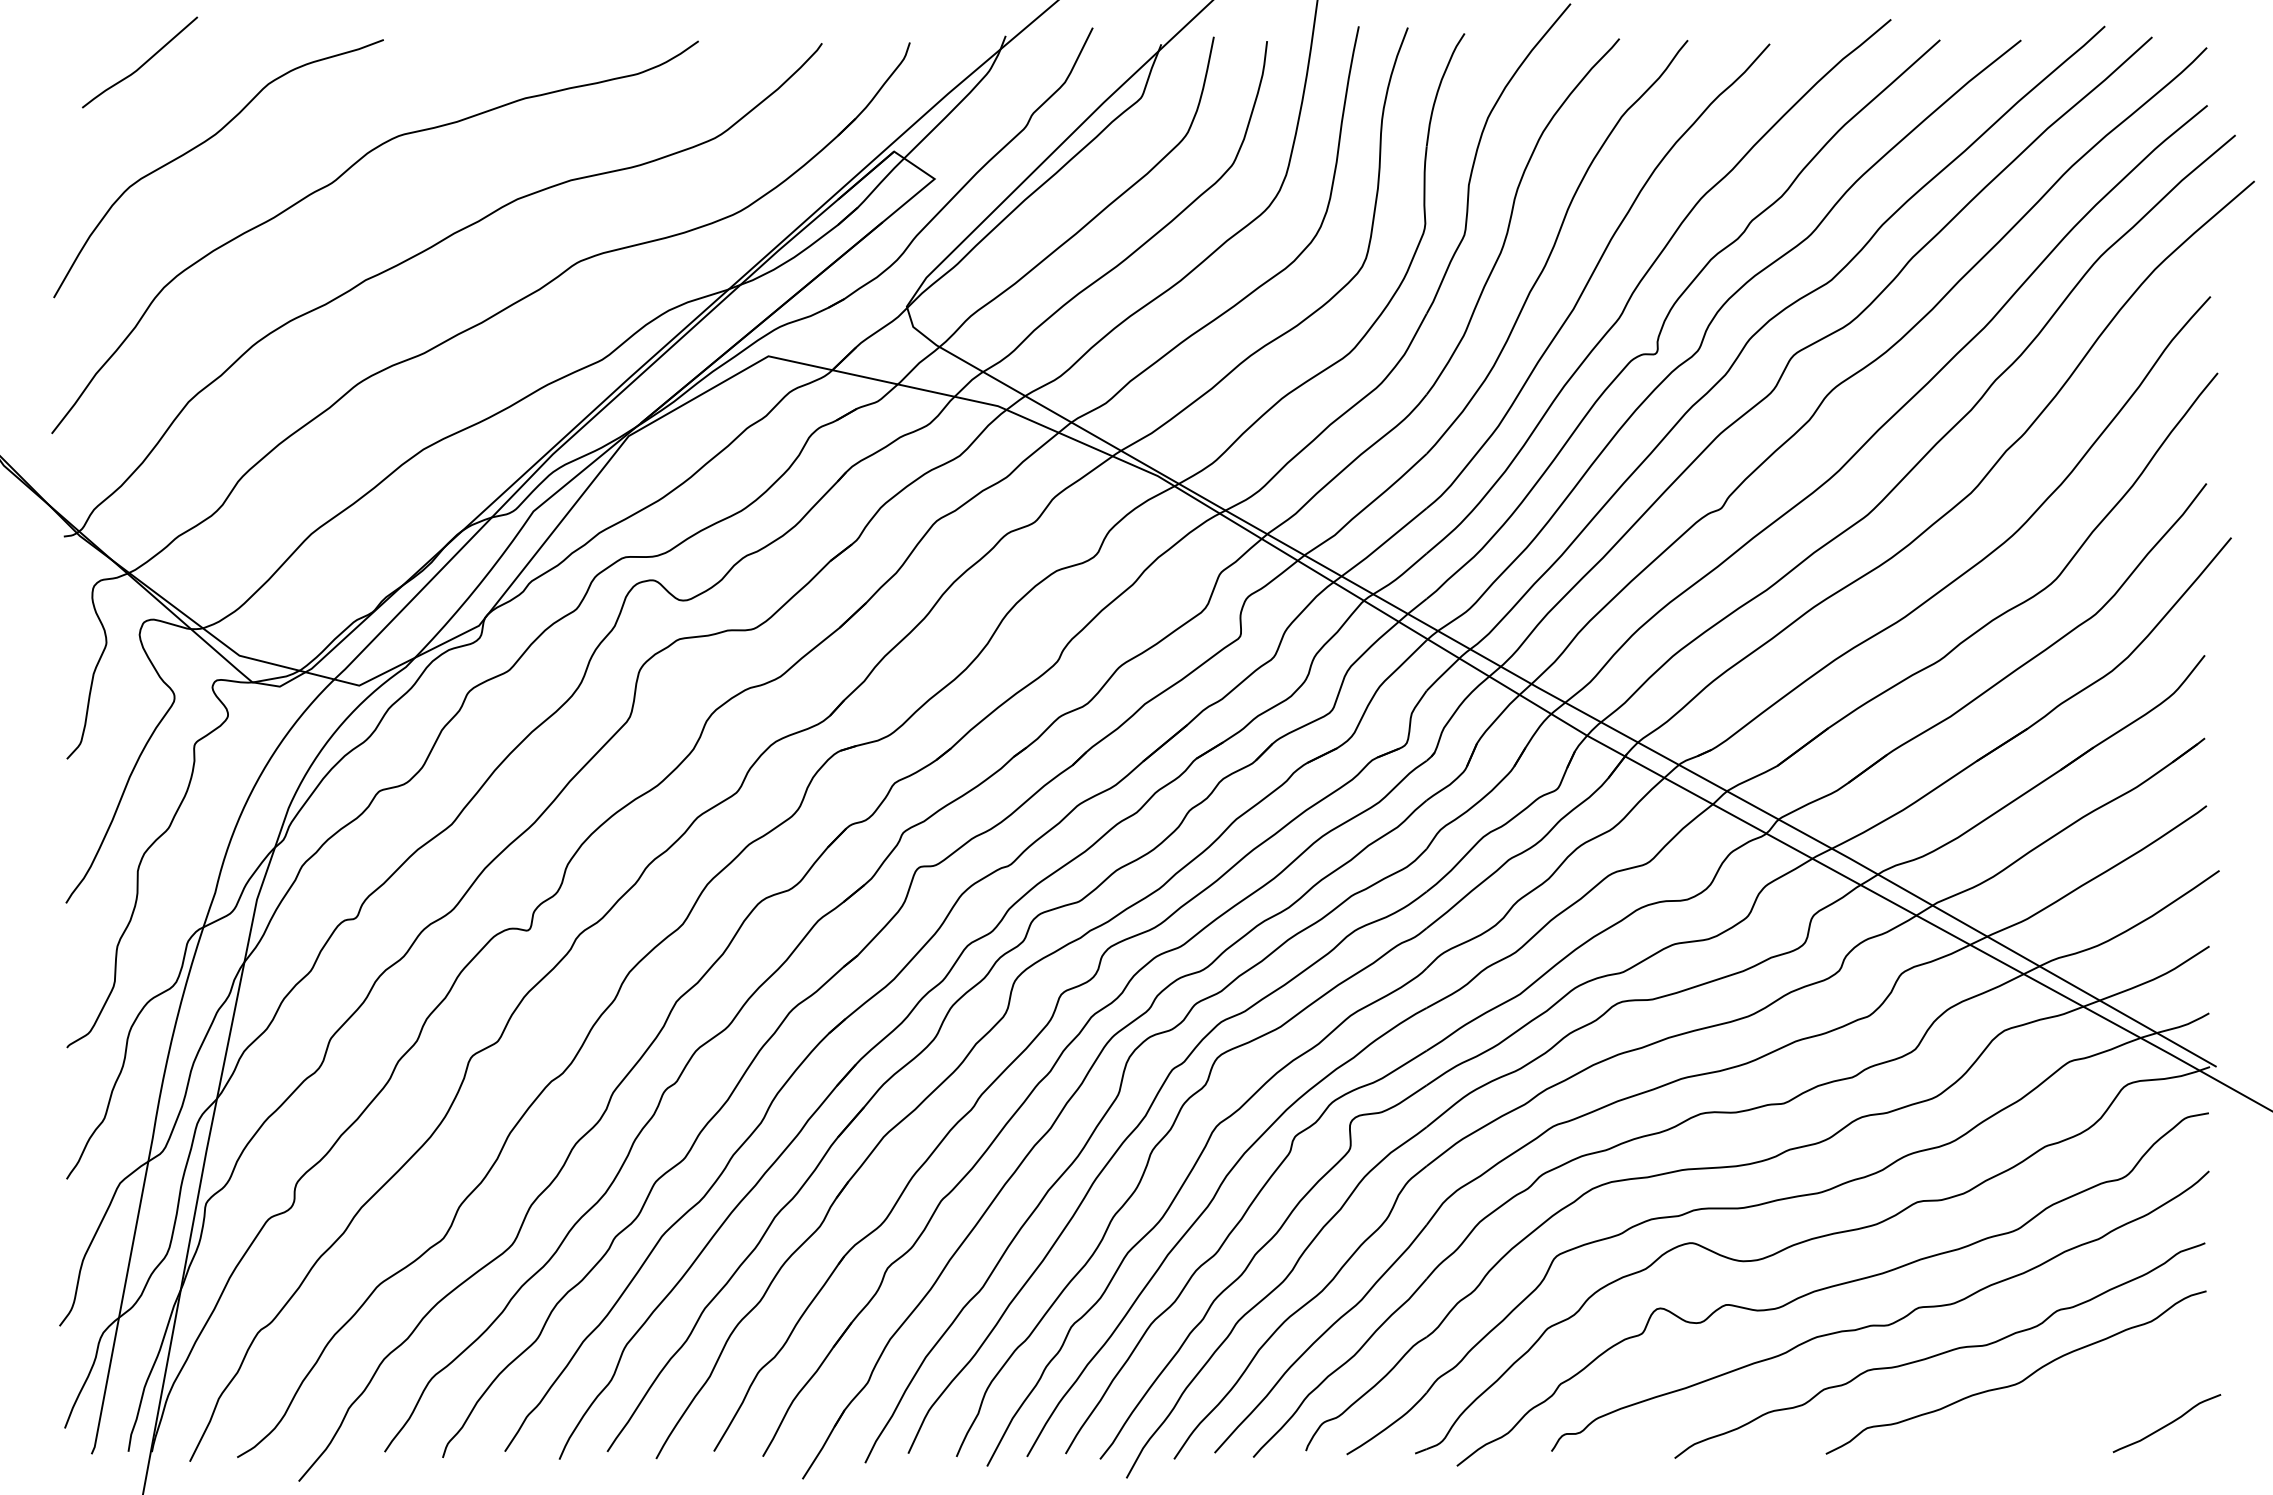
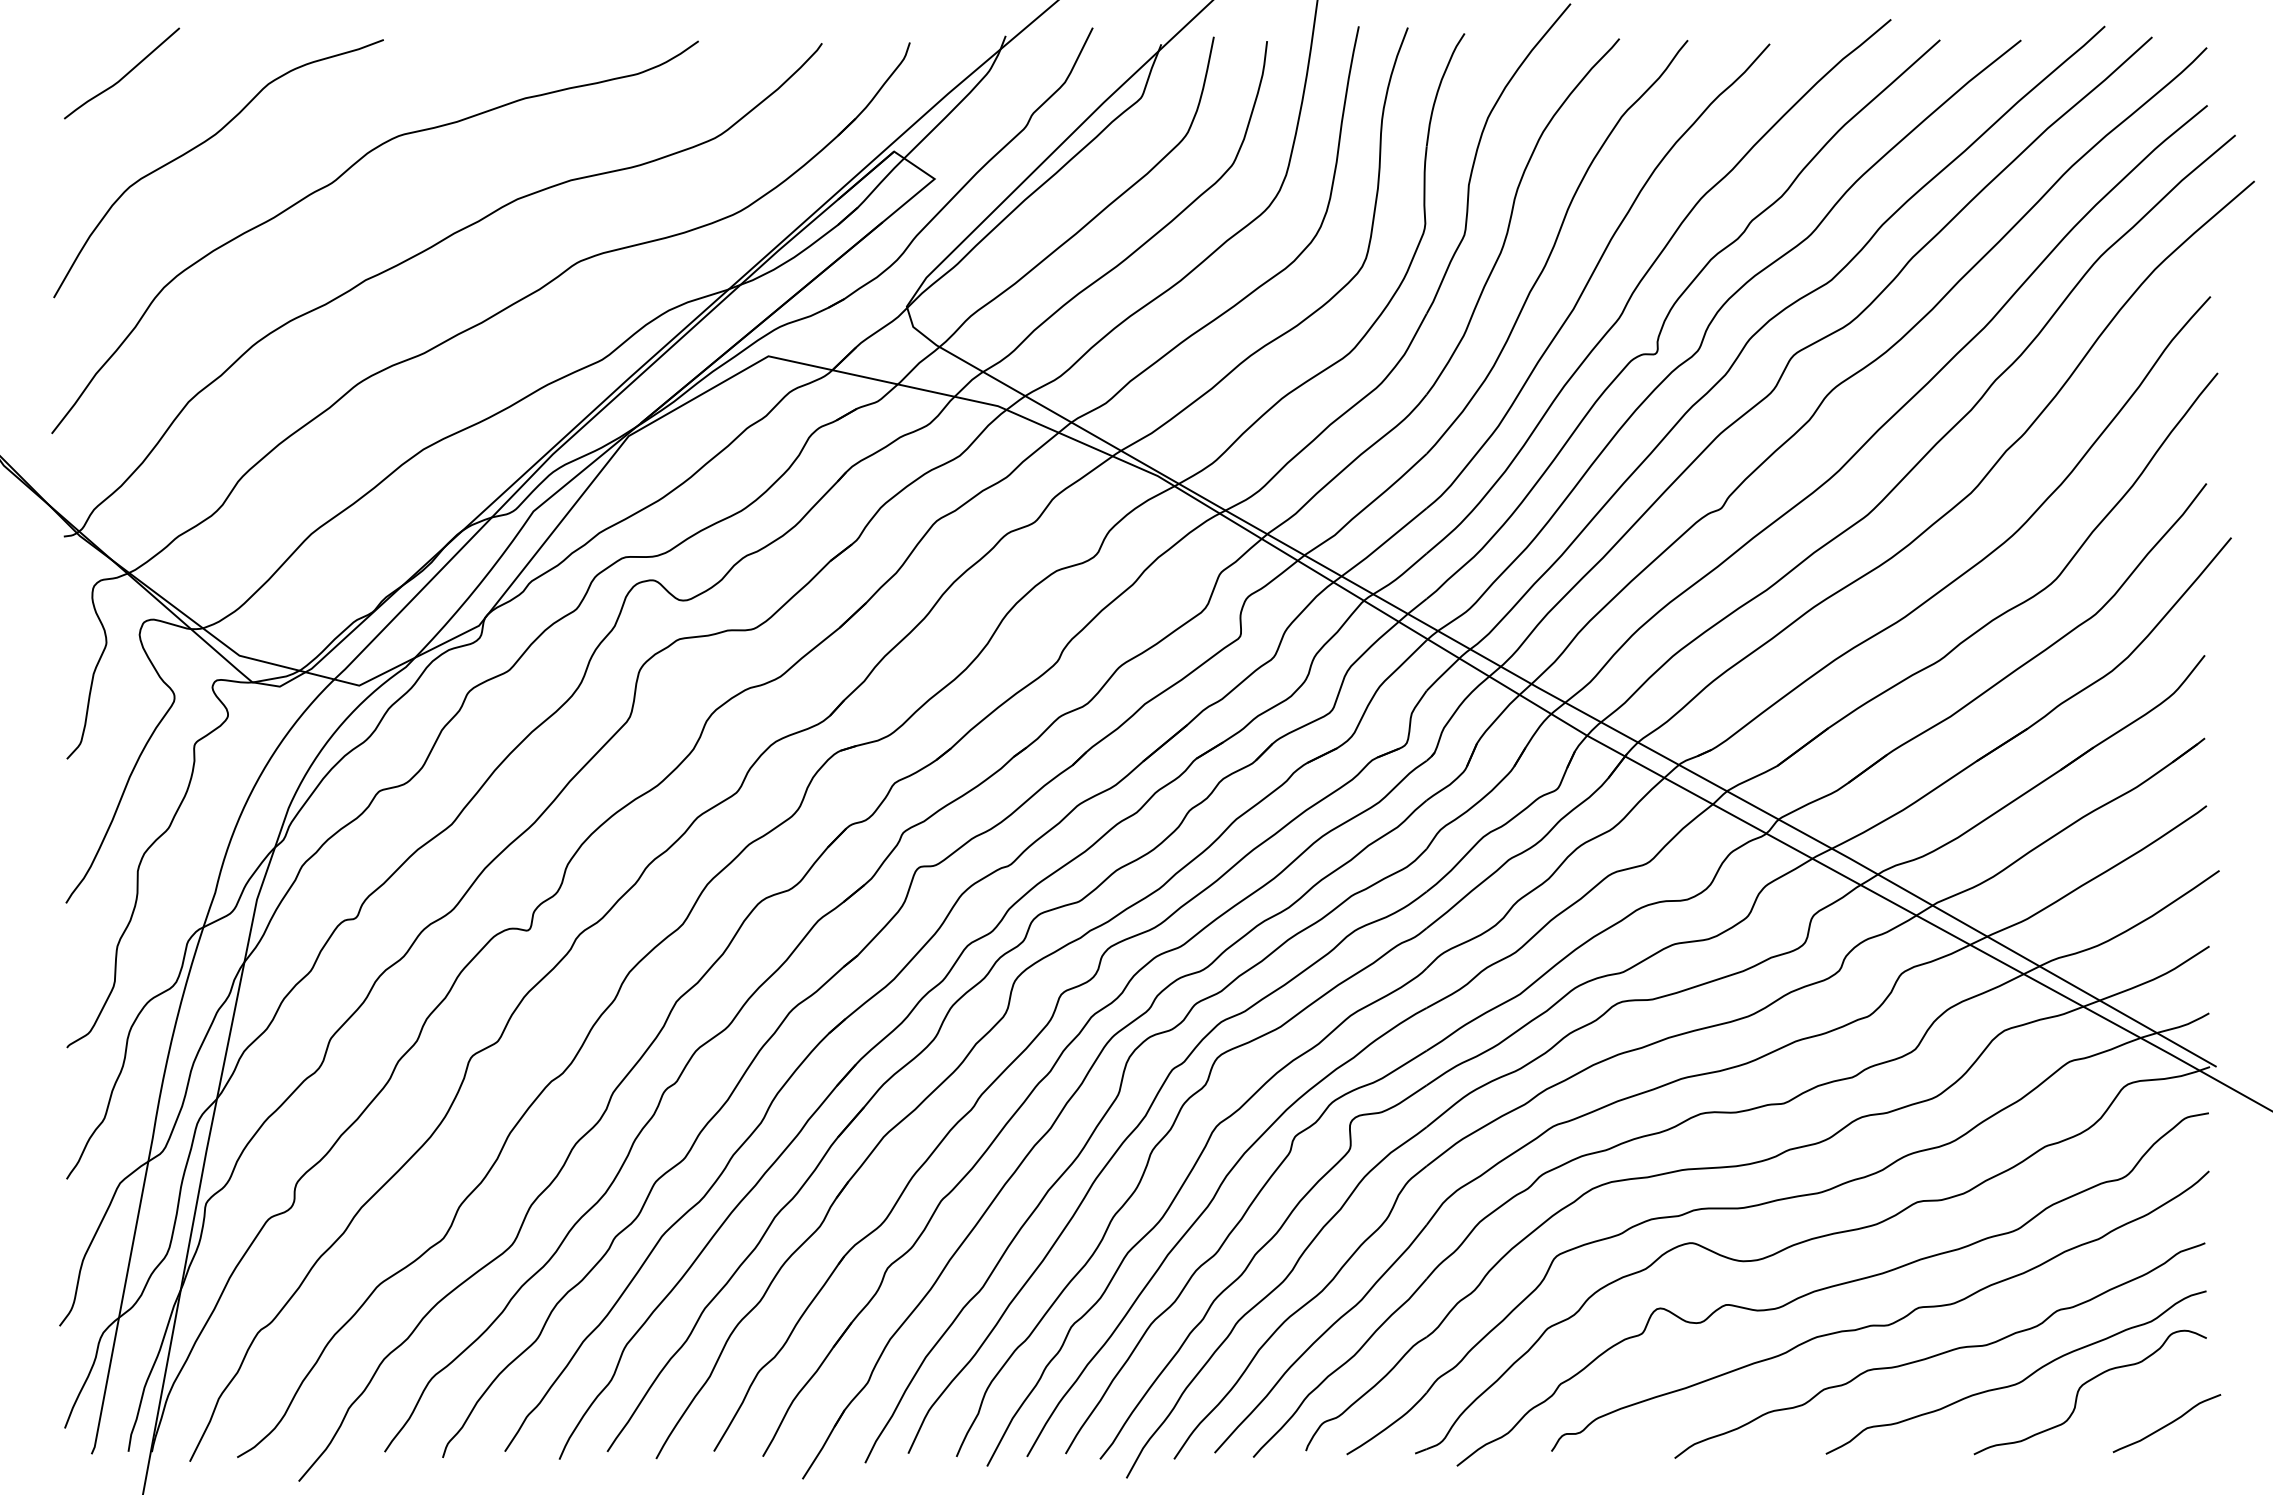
curve at (142, 64) position: (142, 64) -> (124, 75)
curve at (2085, 1384): none -> present
